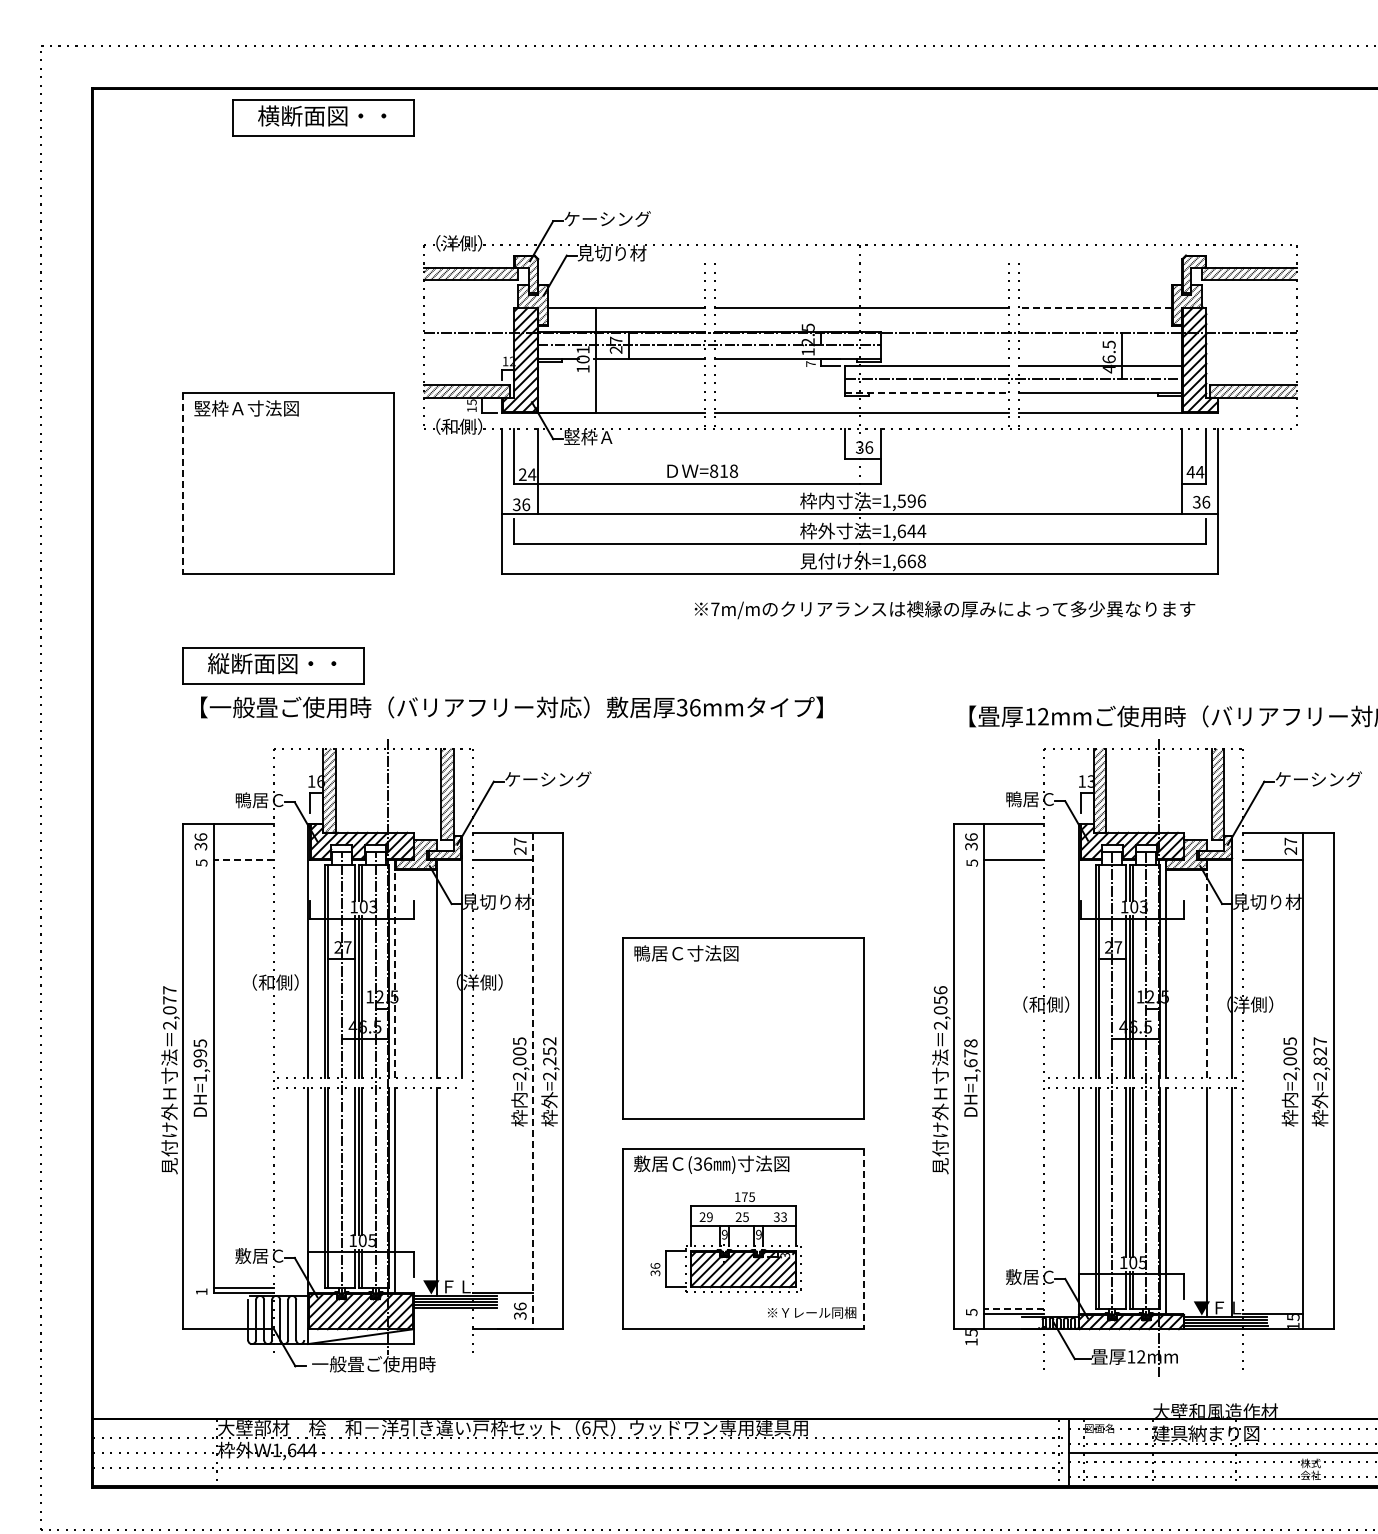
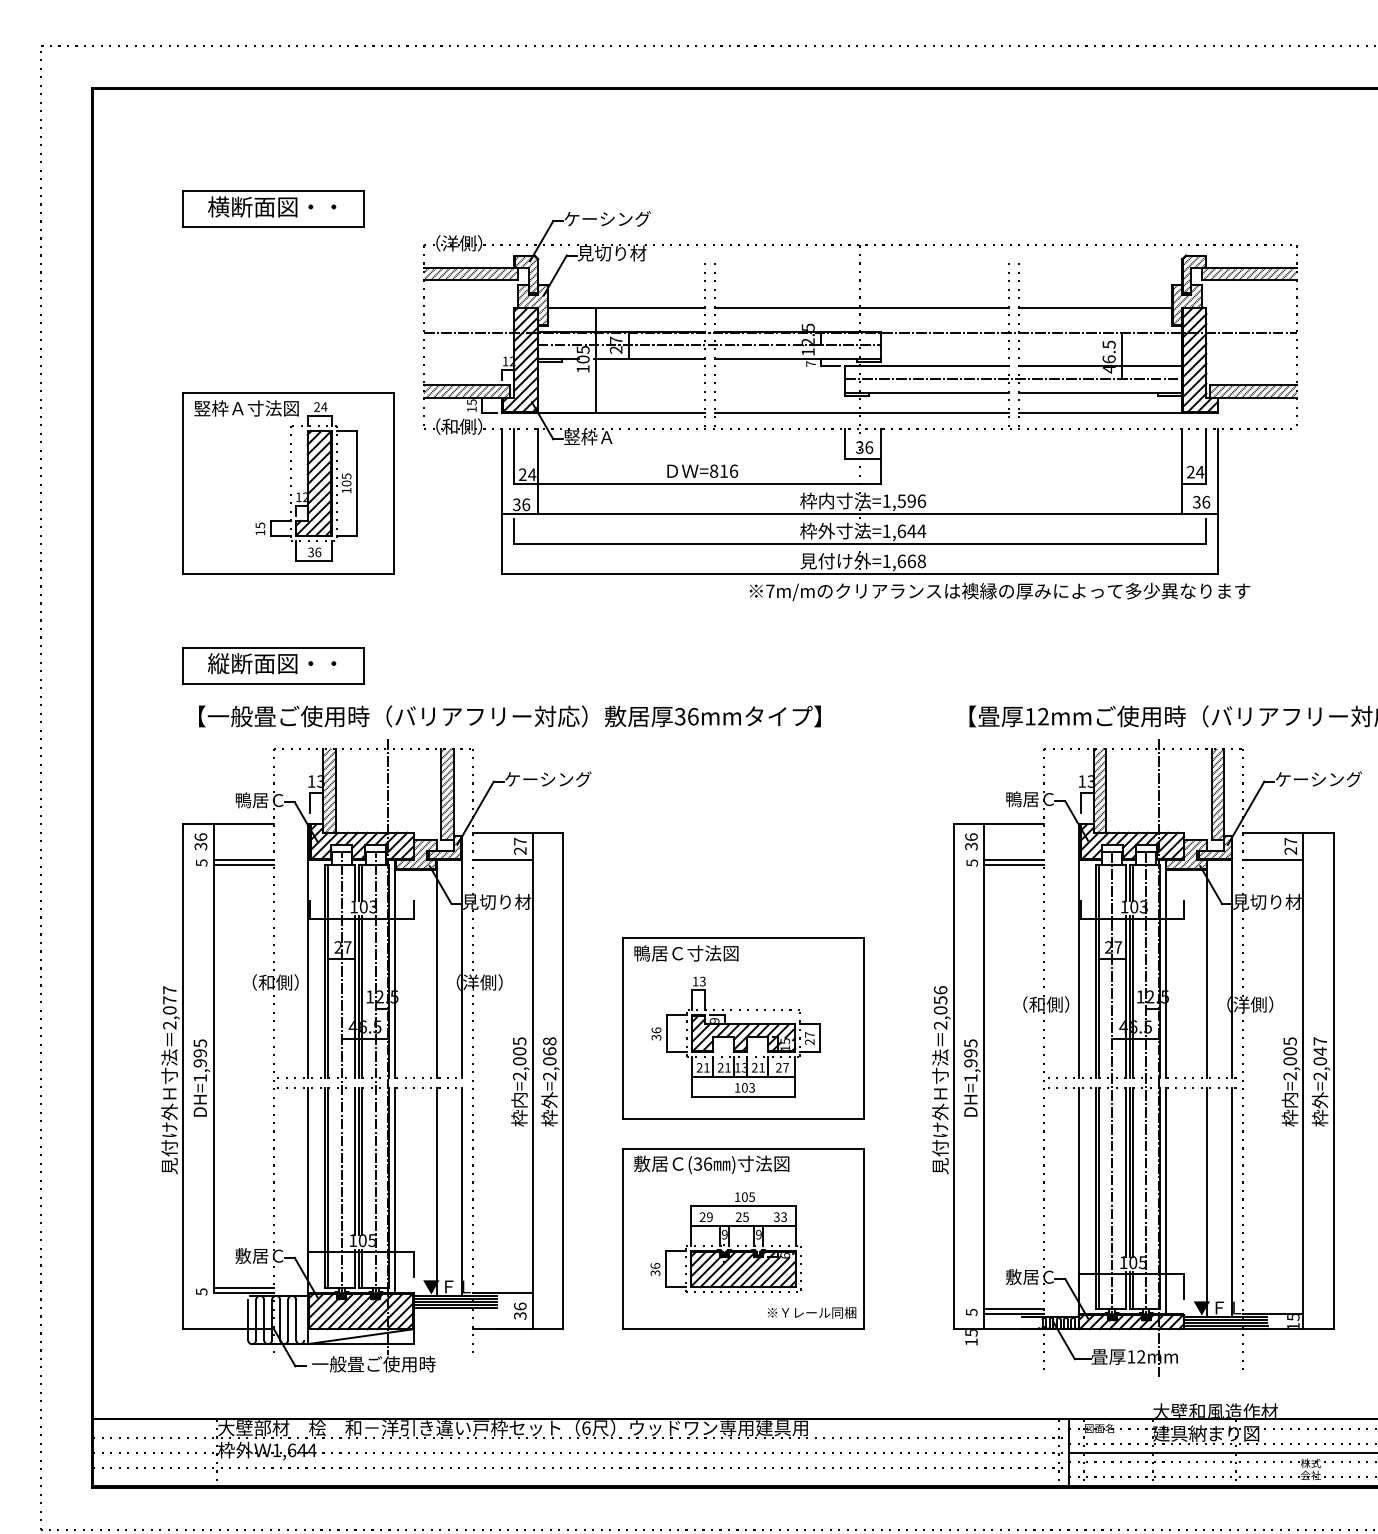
part at (323, 117) position: (323, 117) -> (273, 208)
line at (1095, 307): dashed -> solid
text at (582, 349): 101 -> 105
line at (927, 392): dashed -> solid
text at (733, 470): =818 -> =816
text at (1190, 471): 44 -> 24
part at (306, 481): none -> present
line at (183, 484): dashed -> solid
text at (944, 609) position: (944, 609) -> (999, 591)
text at (511, 707) position: (511, 707) -> (509, 716)
text at (320, 781): 16 -> 13
line at (243, 859): dashed -> solid
line at (243, 864): none -> present
line at (1014, 864): none -> present
line at (395, 973): dashed -> solid
line at (1207, 973): dashed -> solid
part at (735, 1036): none -> present
text at (549, 1051): =2,252 -> =2,068
text at (970, 1053): DH=1,678 -> DH=1,995
text at (1319, 1056): =2,827 -> =2,047
line at (532, 1081): dashed -> solid
line at (461, 1192): none -> present
text at (744, 1196): 175 -> 105
line at (863, 1239): dashed -> solid
text at (785, 1255): 3 -> 6
text at (201, 1291): 1 -> 5
line at (1013, 1309): dashed -> solid
